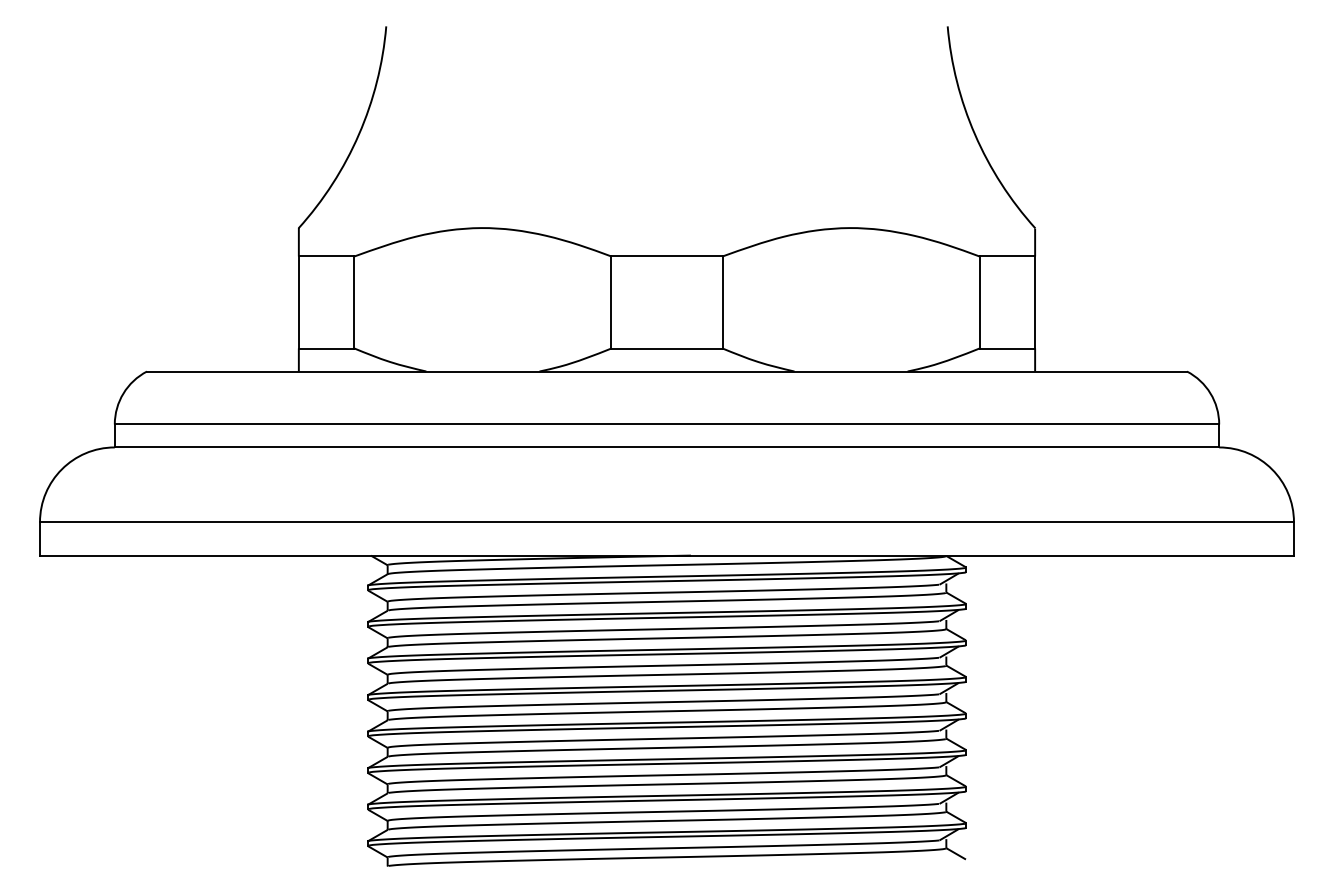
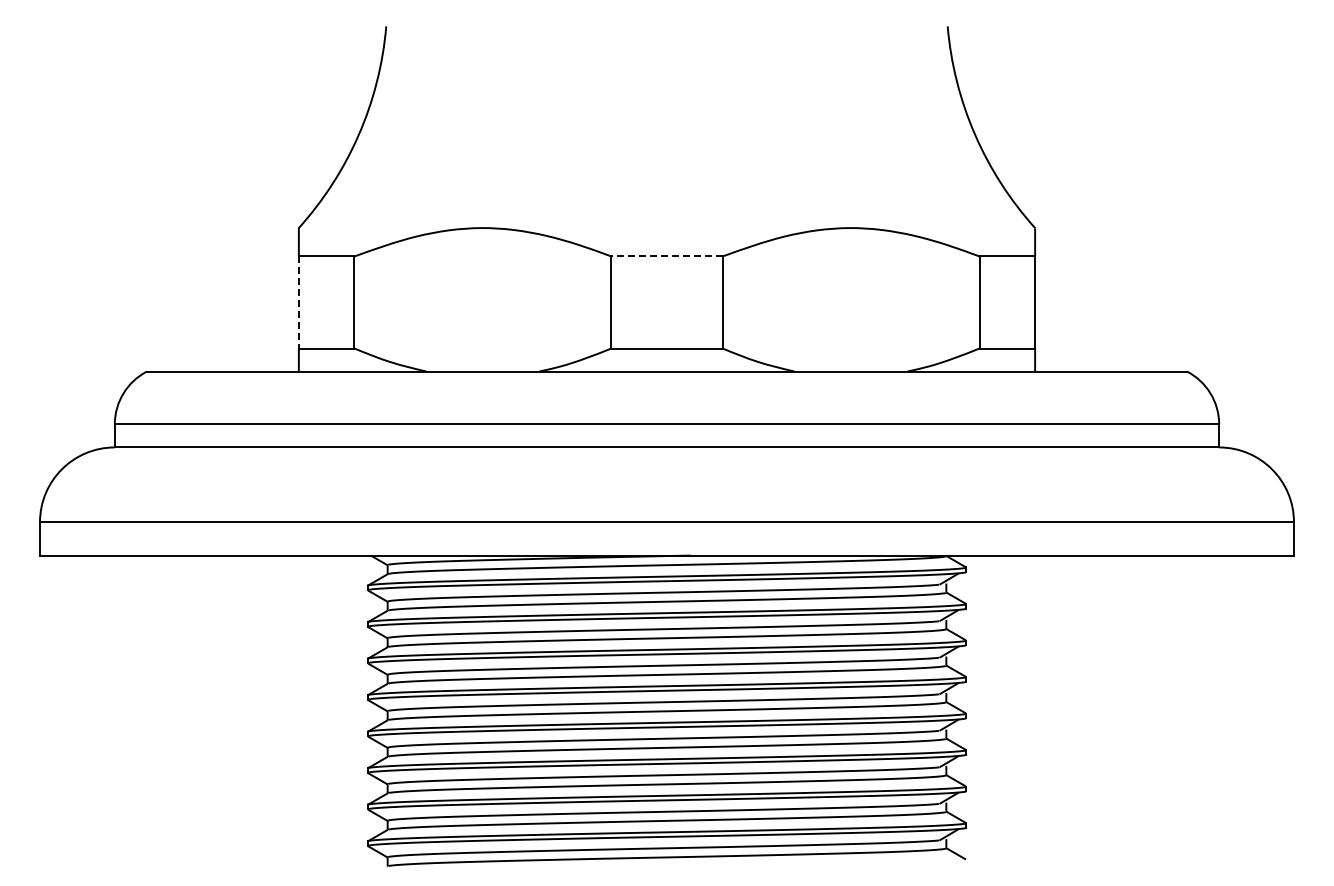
line at (667, 256): solid -> dashed
line at (298, 302): solid -> dashed
